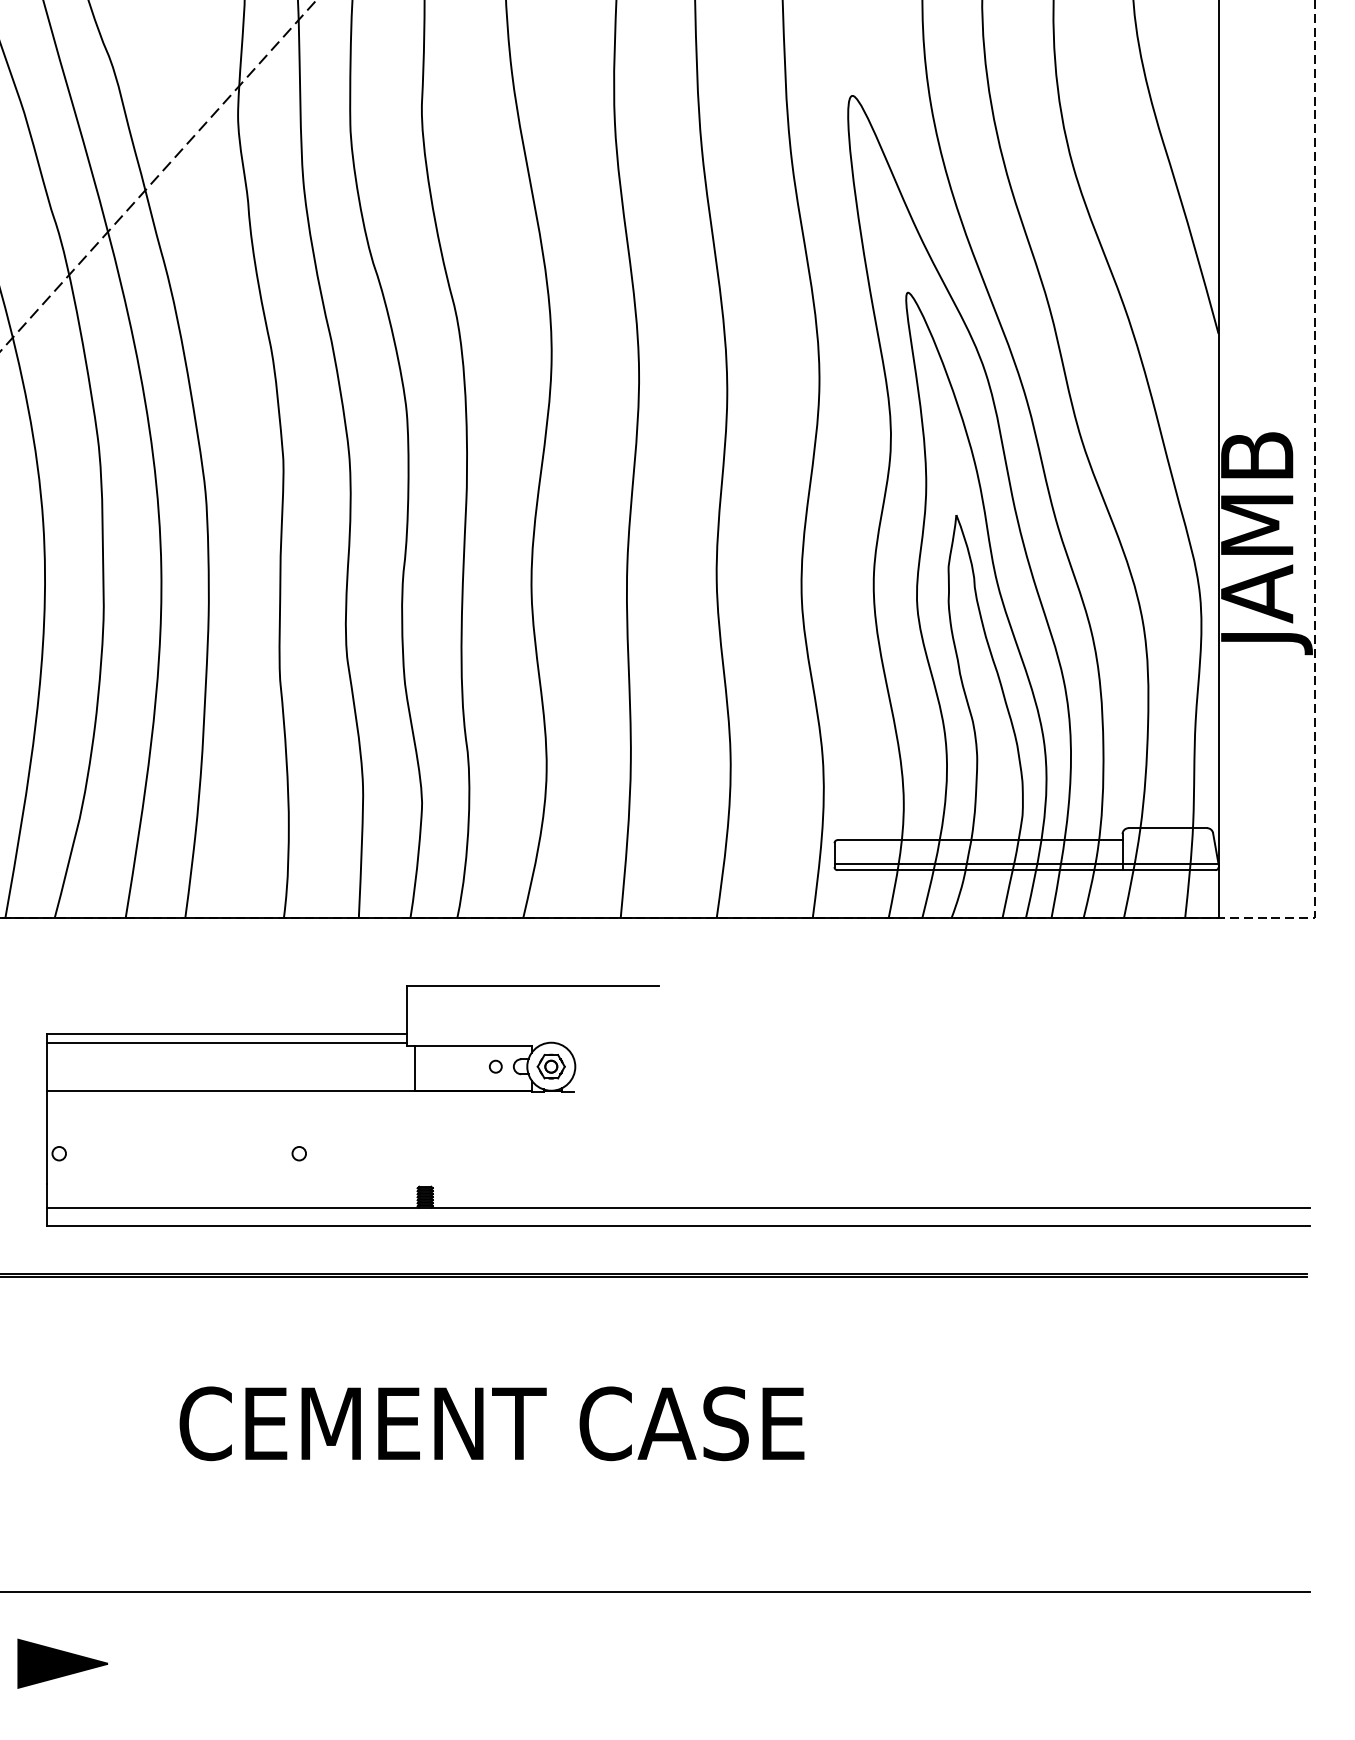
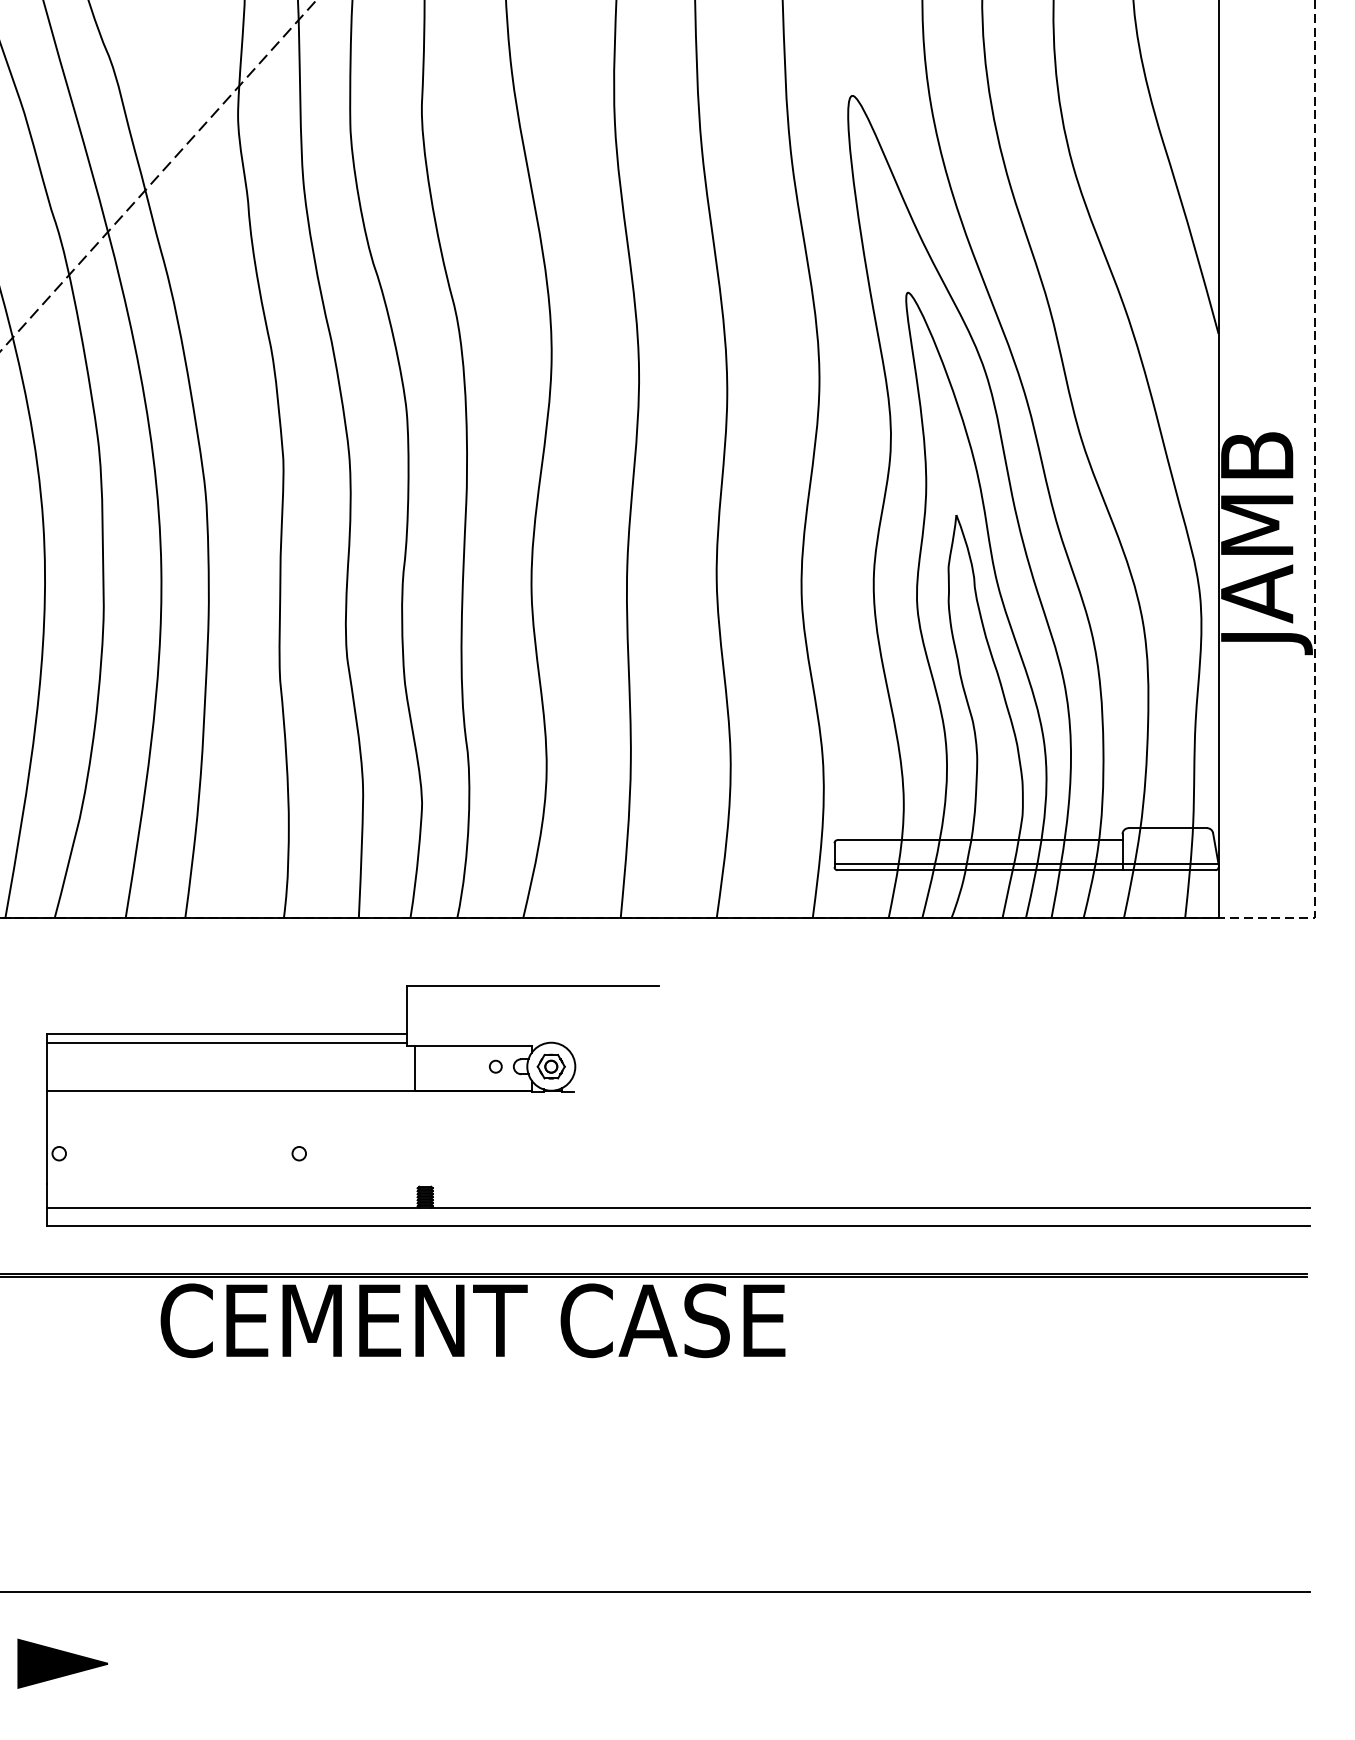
text at (491, 1423) position: (491, 1423) -> (472, 1320)
